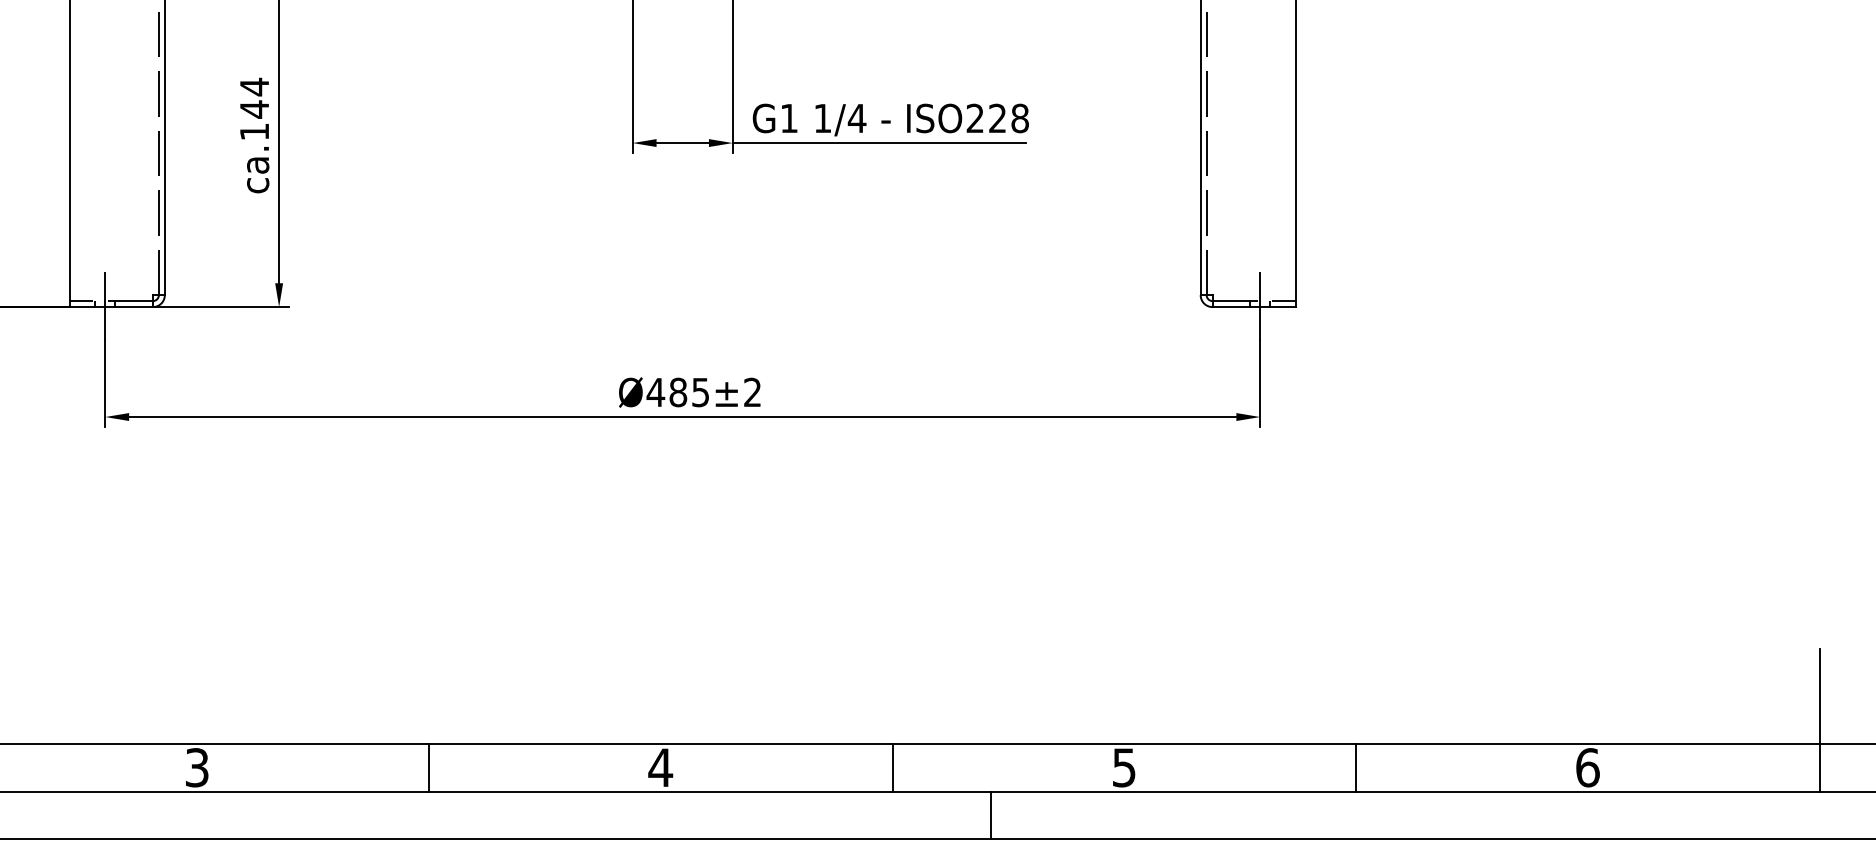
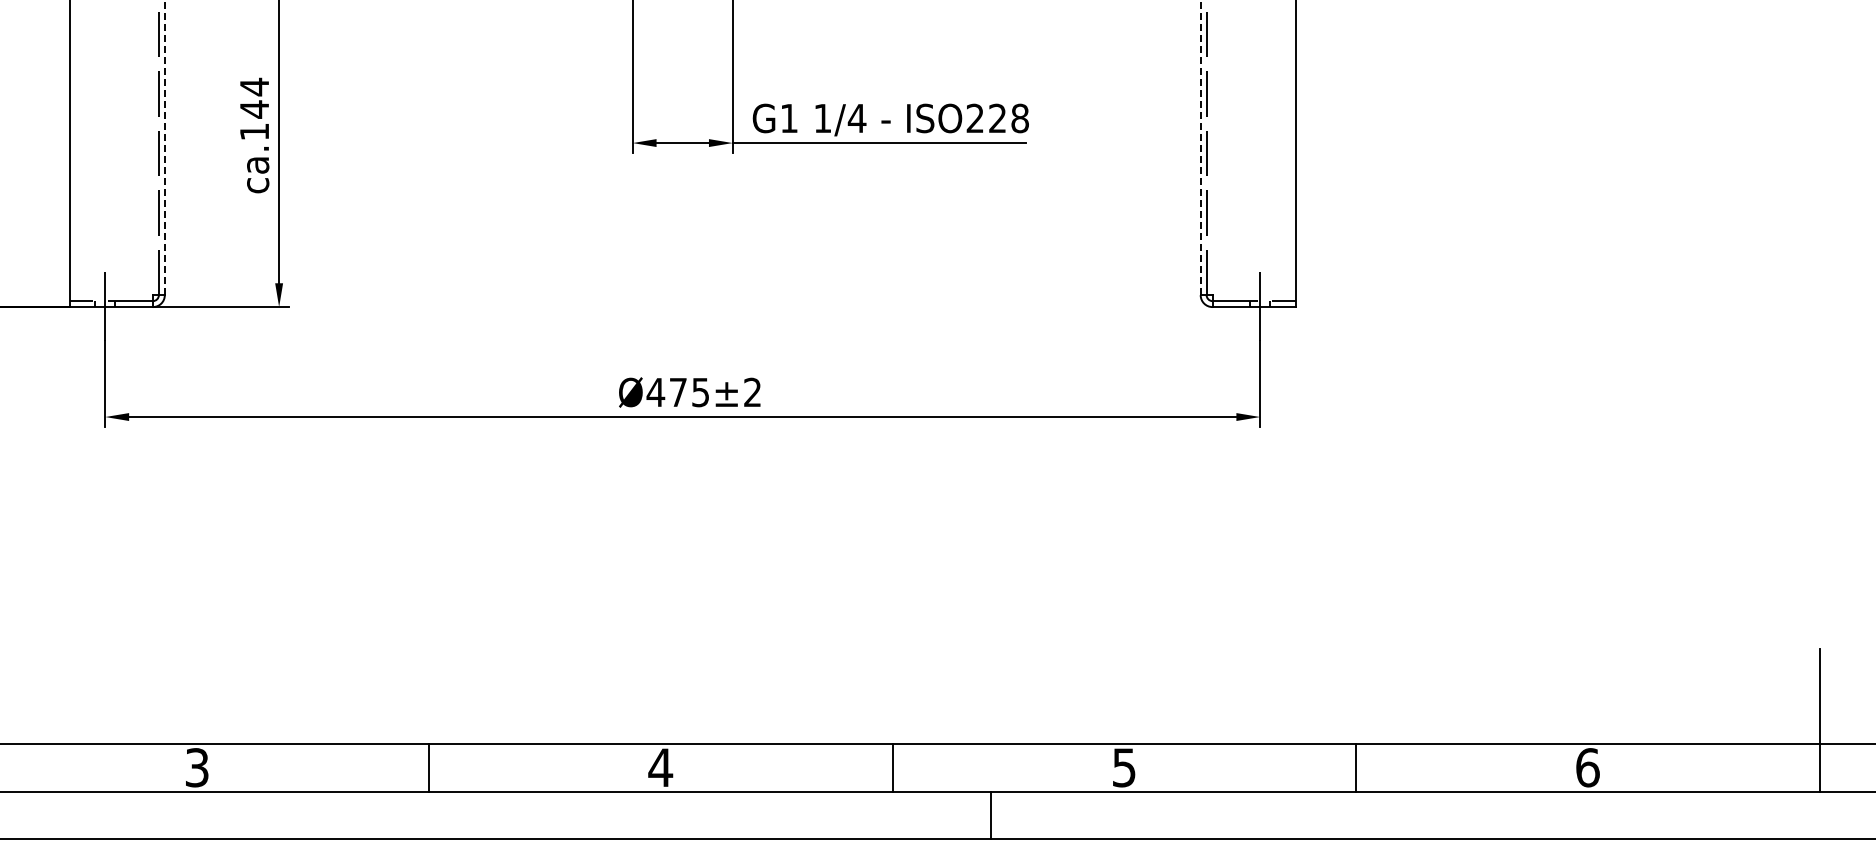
line at (164, 147): solid -> dashed
line at (1200, 147): solid -> dashed
text at (678, 392): Ø485±2 -> Ø475±2
